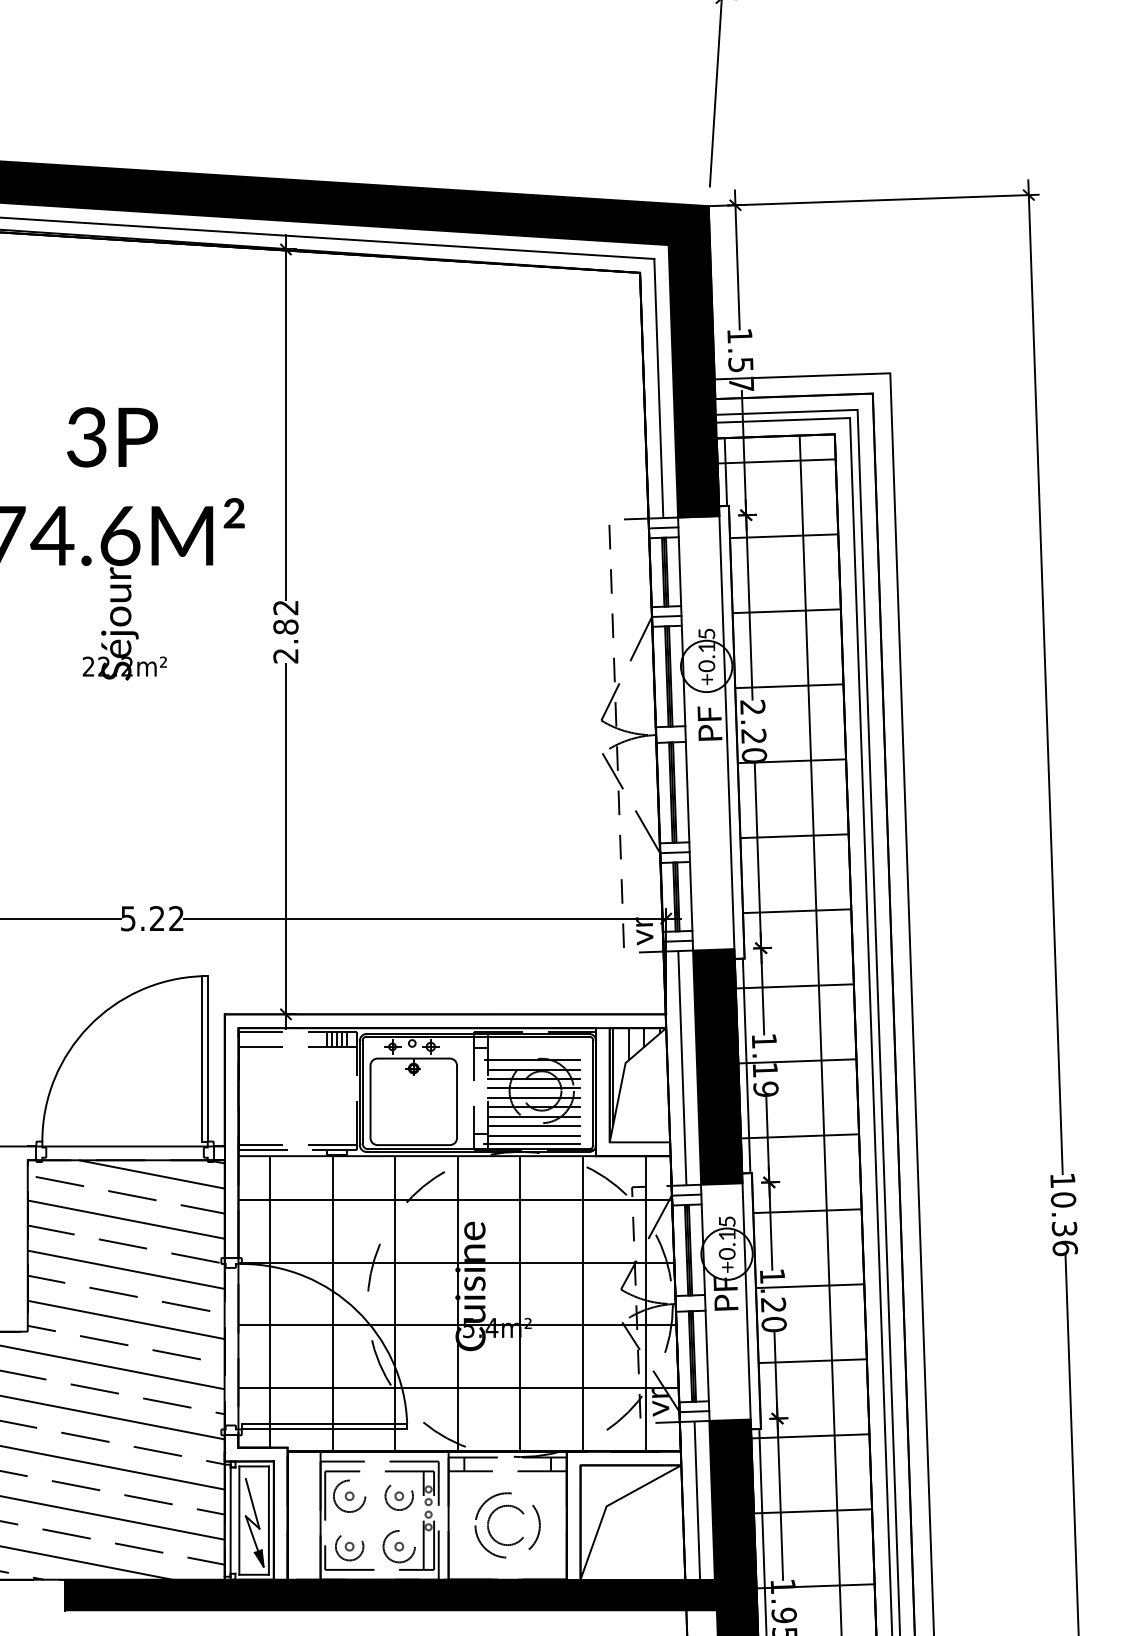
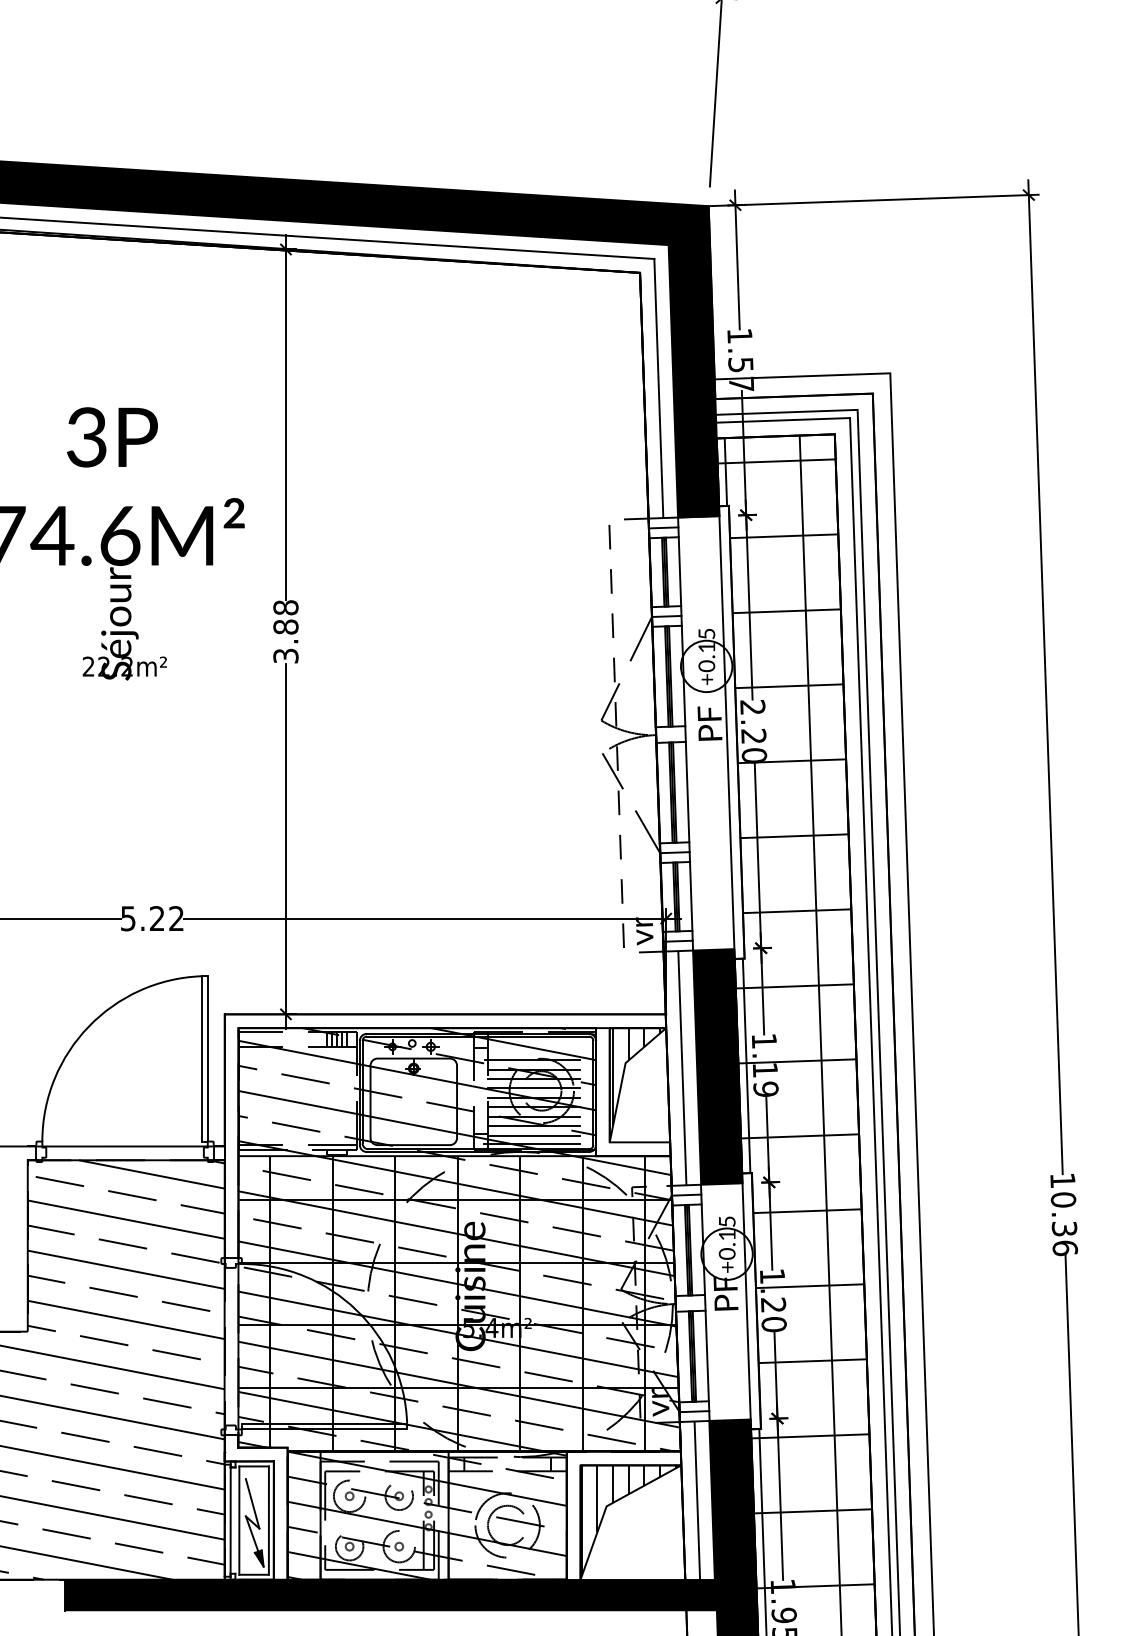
text at (285, 631): 2.82 -> 3.88
hatch at (459, 1303): none -> present
hatch at (628, 1520): none -> present
